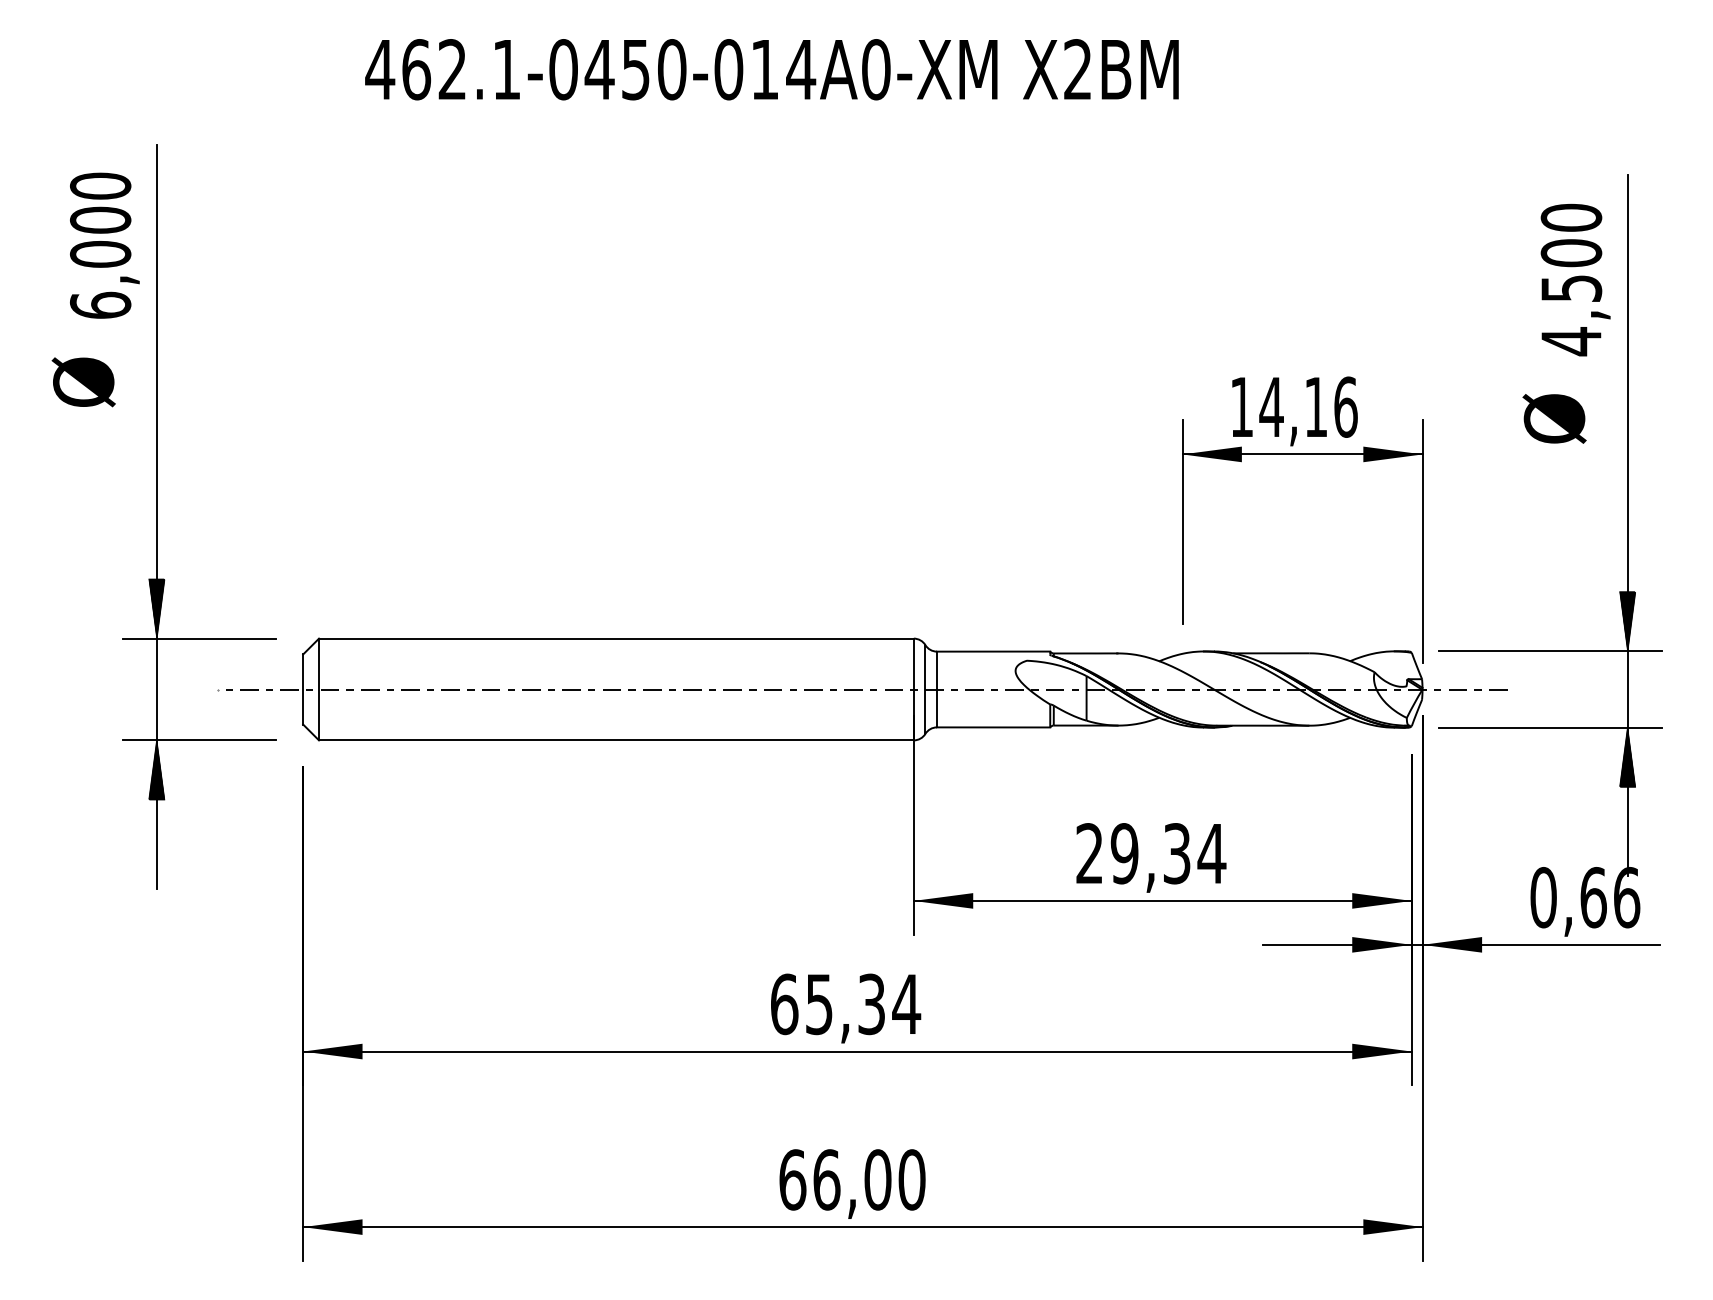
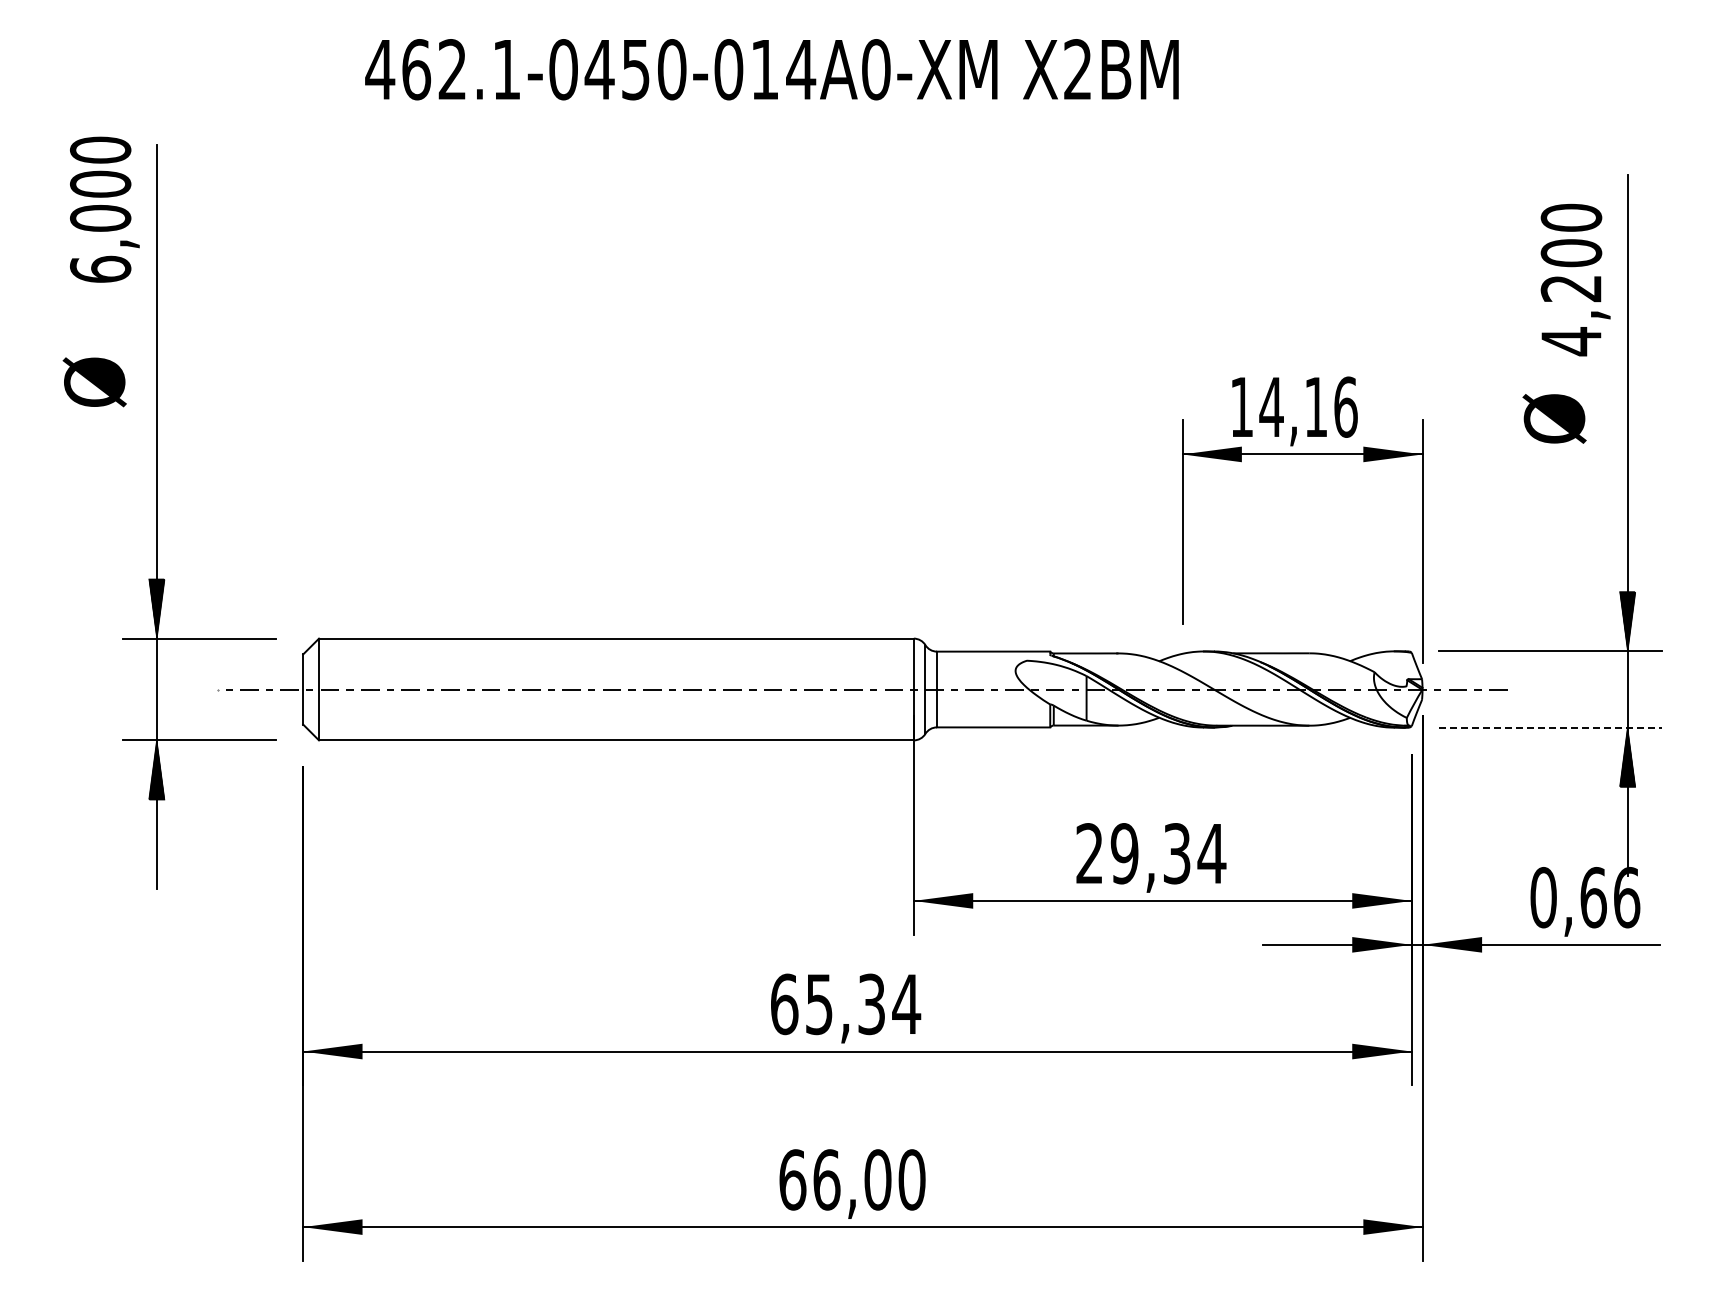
text at (104, 245) position: (104, 245) -> (104, 209)
text at (1571, 288): 4,500 -> 4,200
text at (83, 382) position: (83, 382) -> (94, 382)
line at (1550, 727): solid -> dashed
